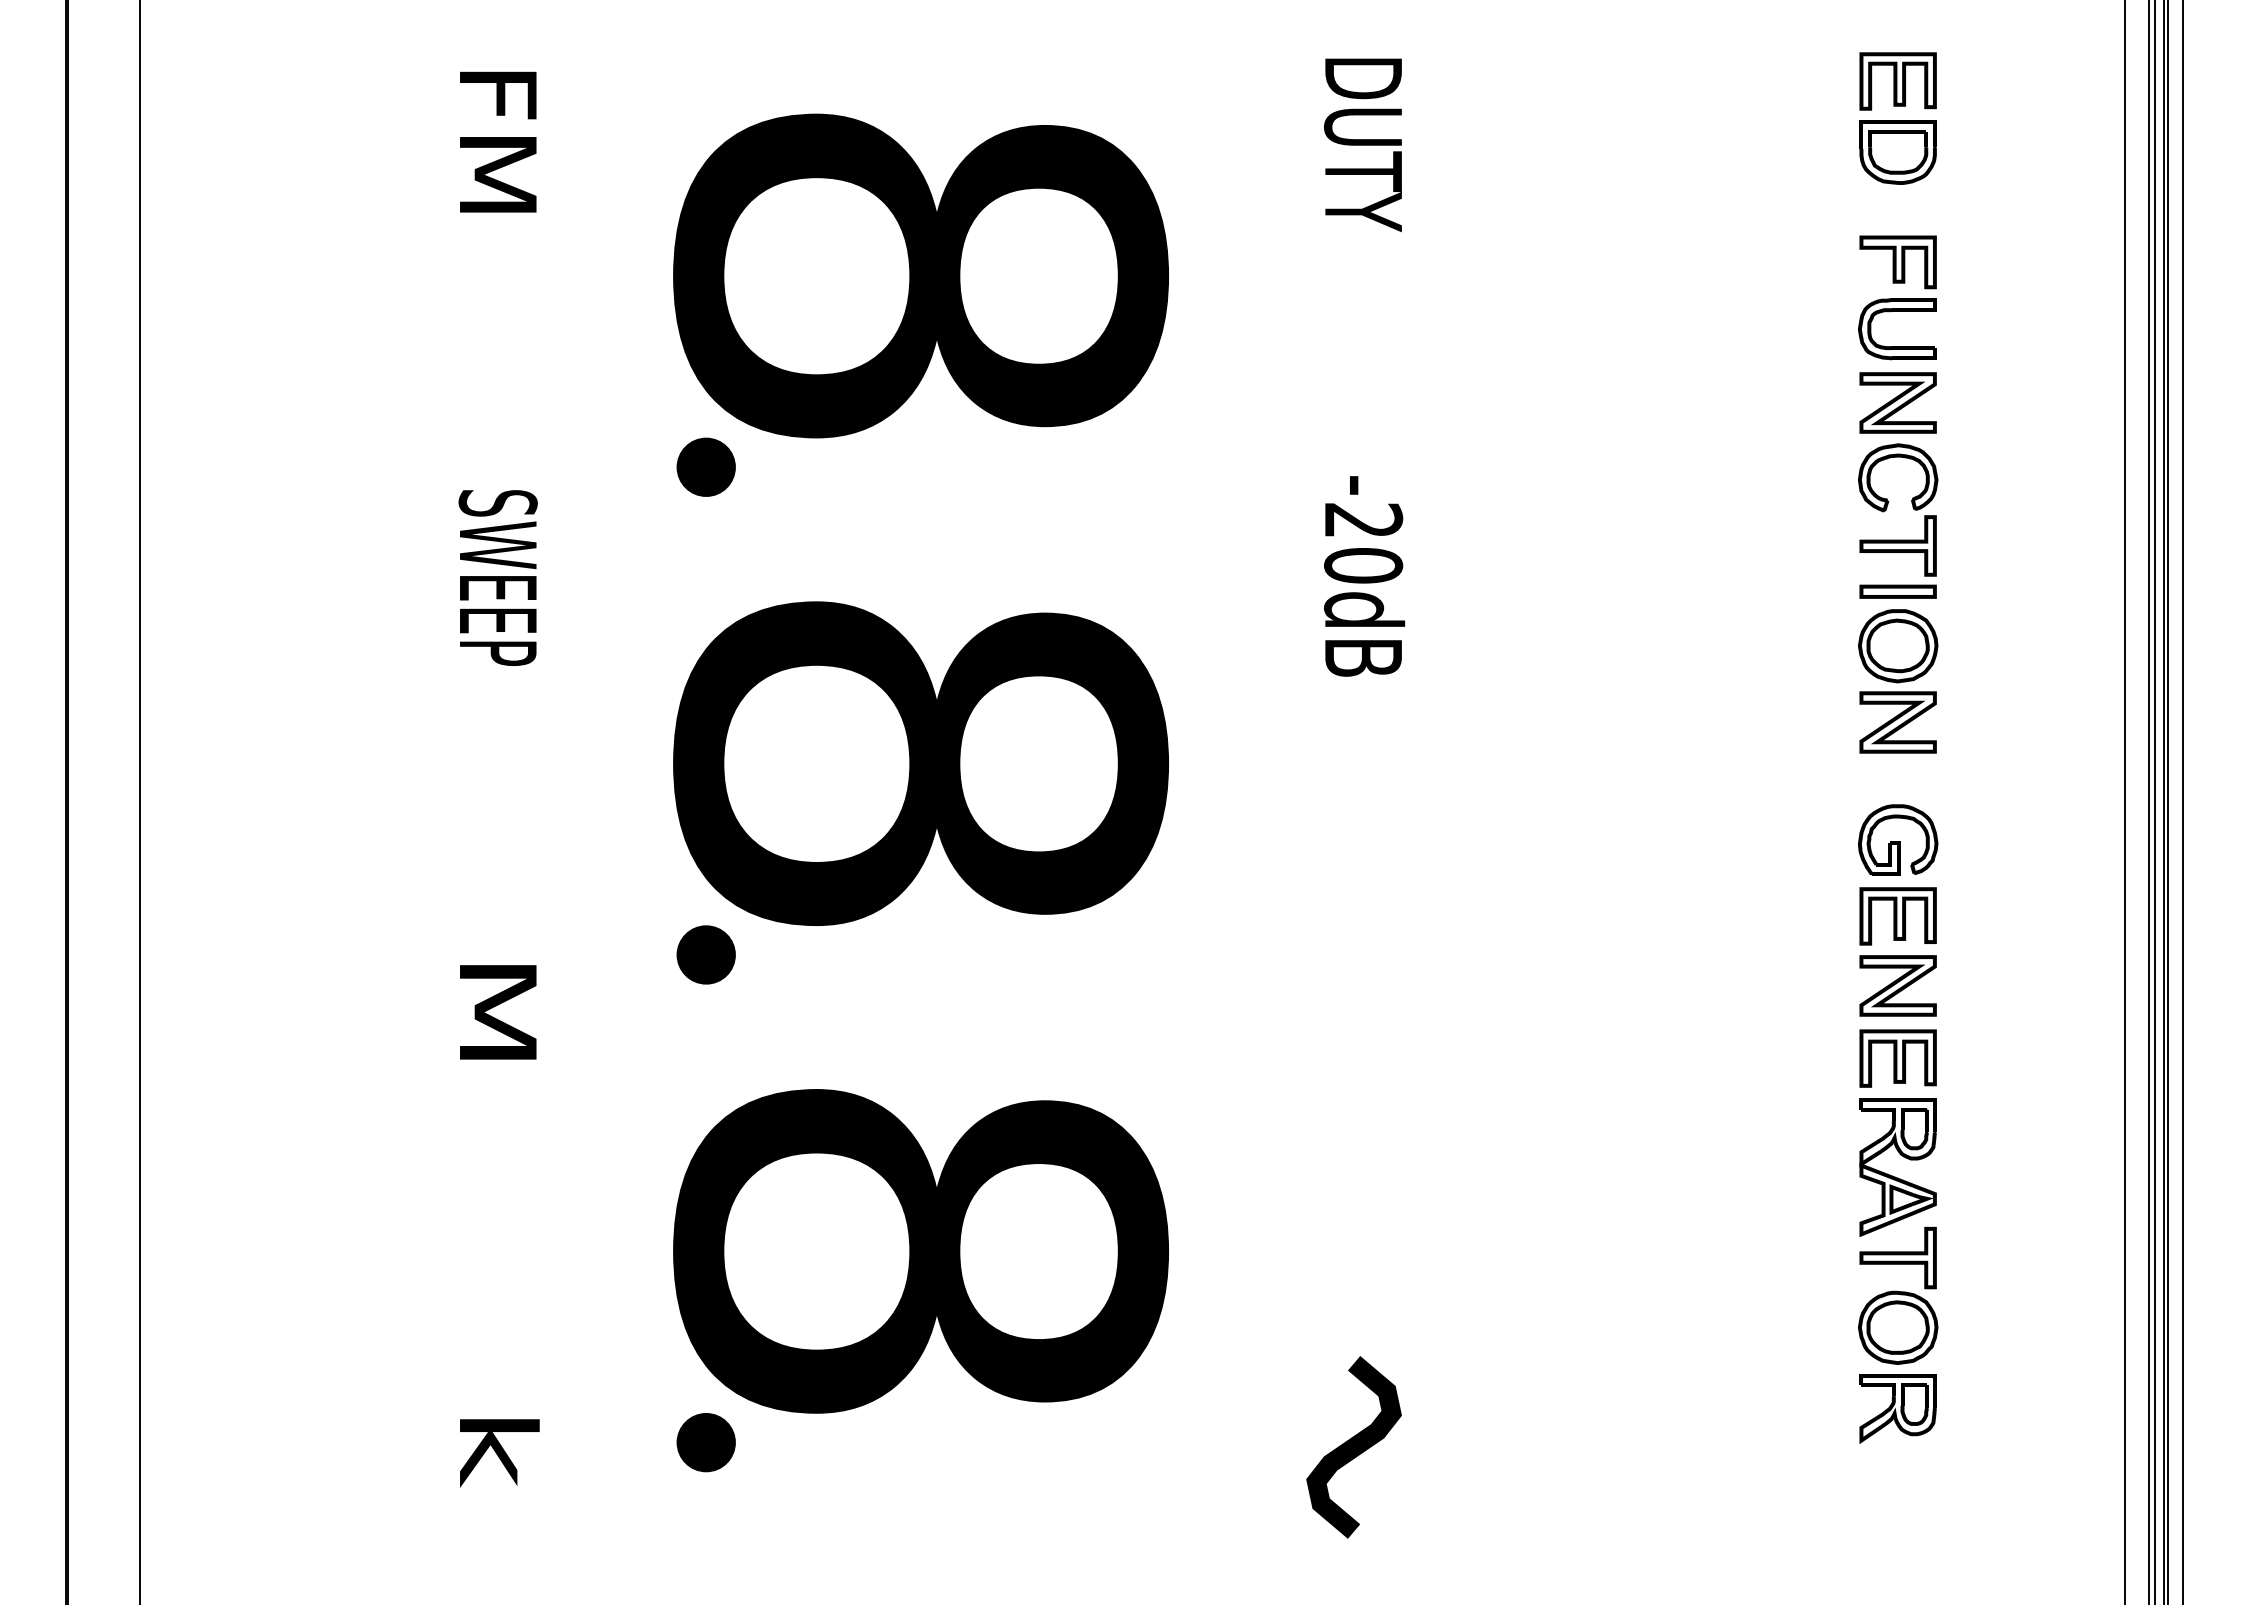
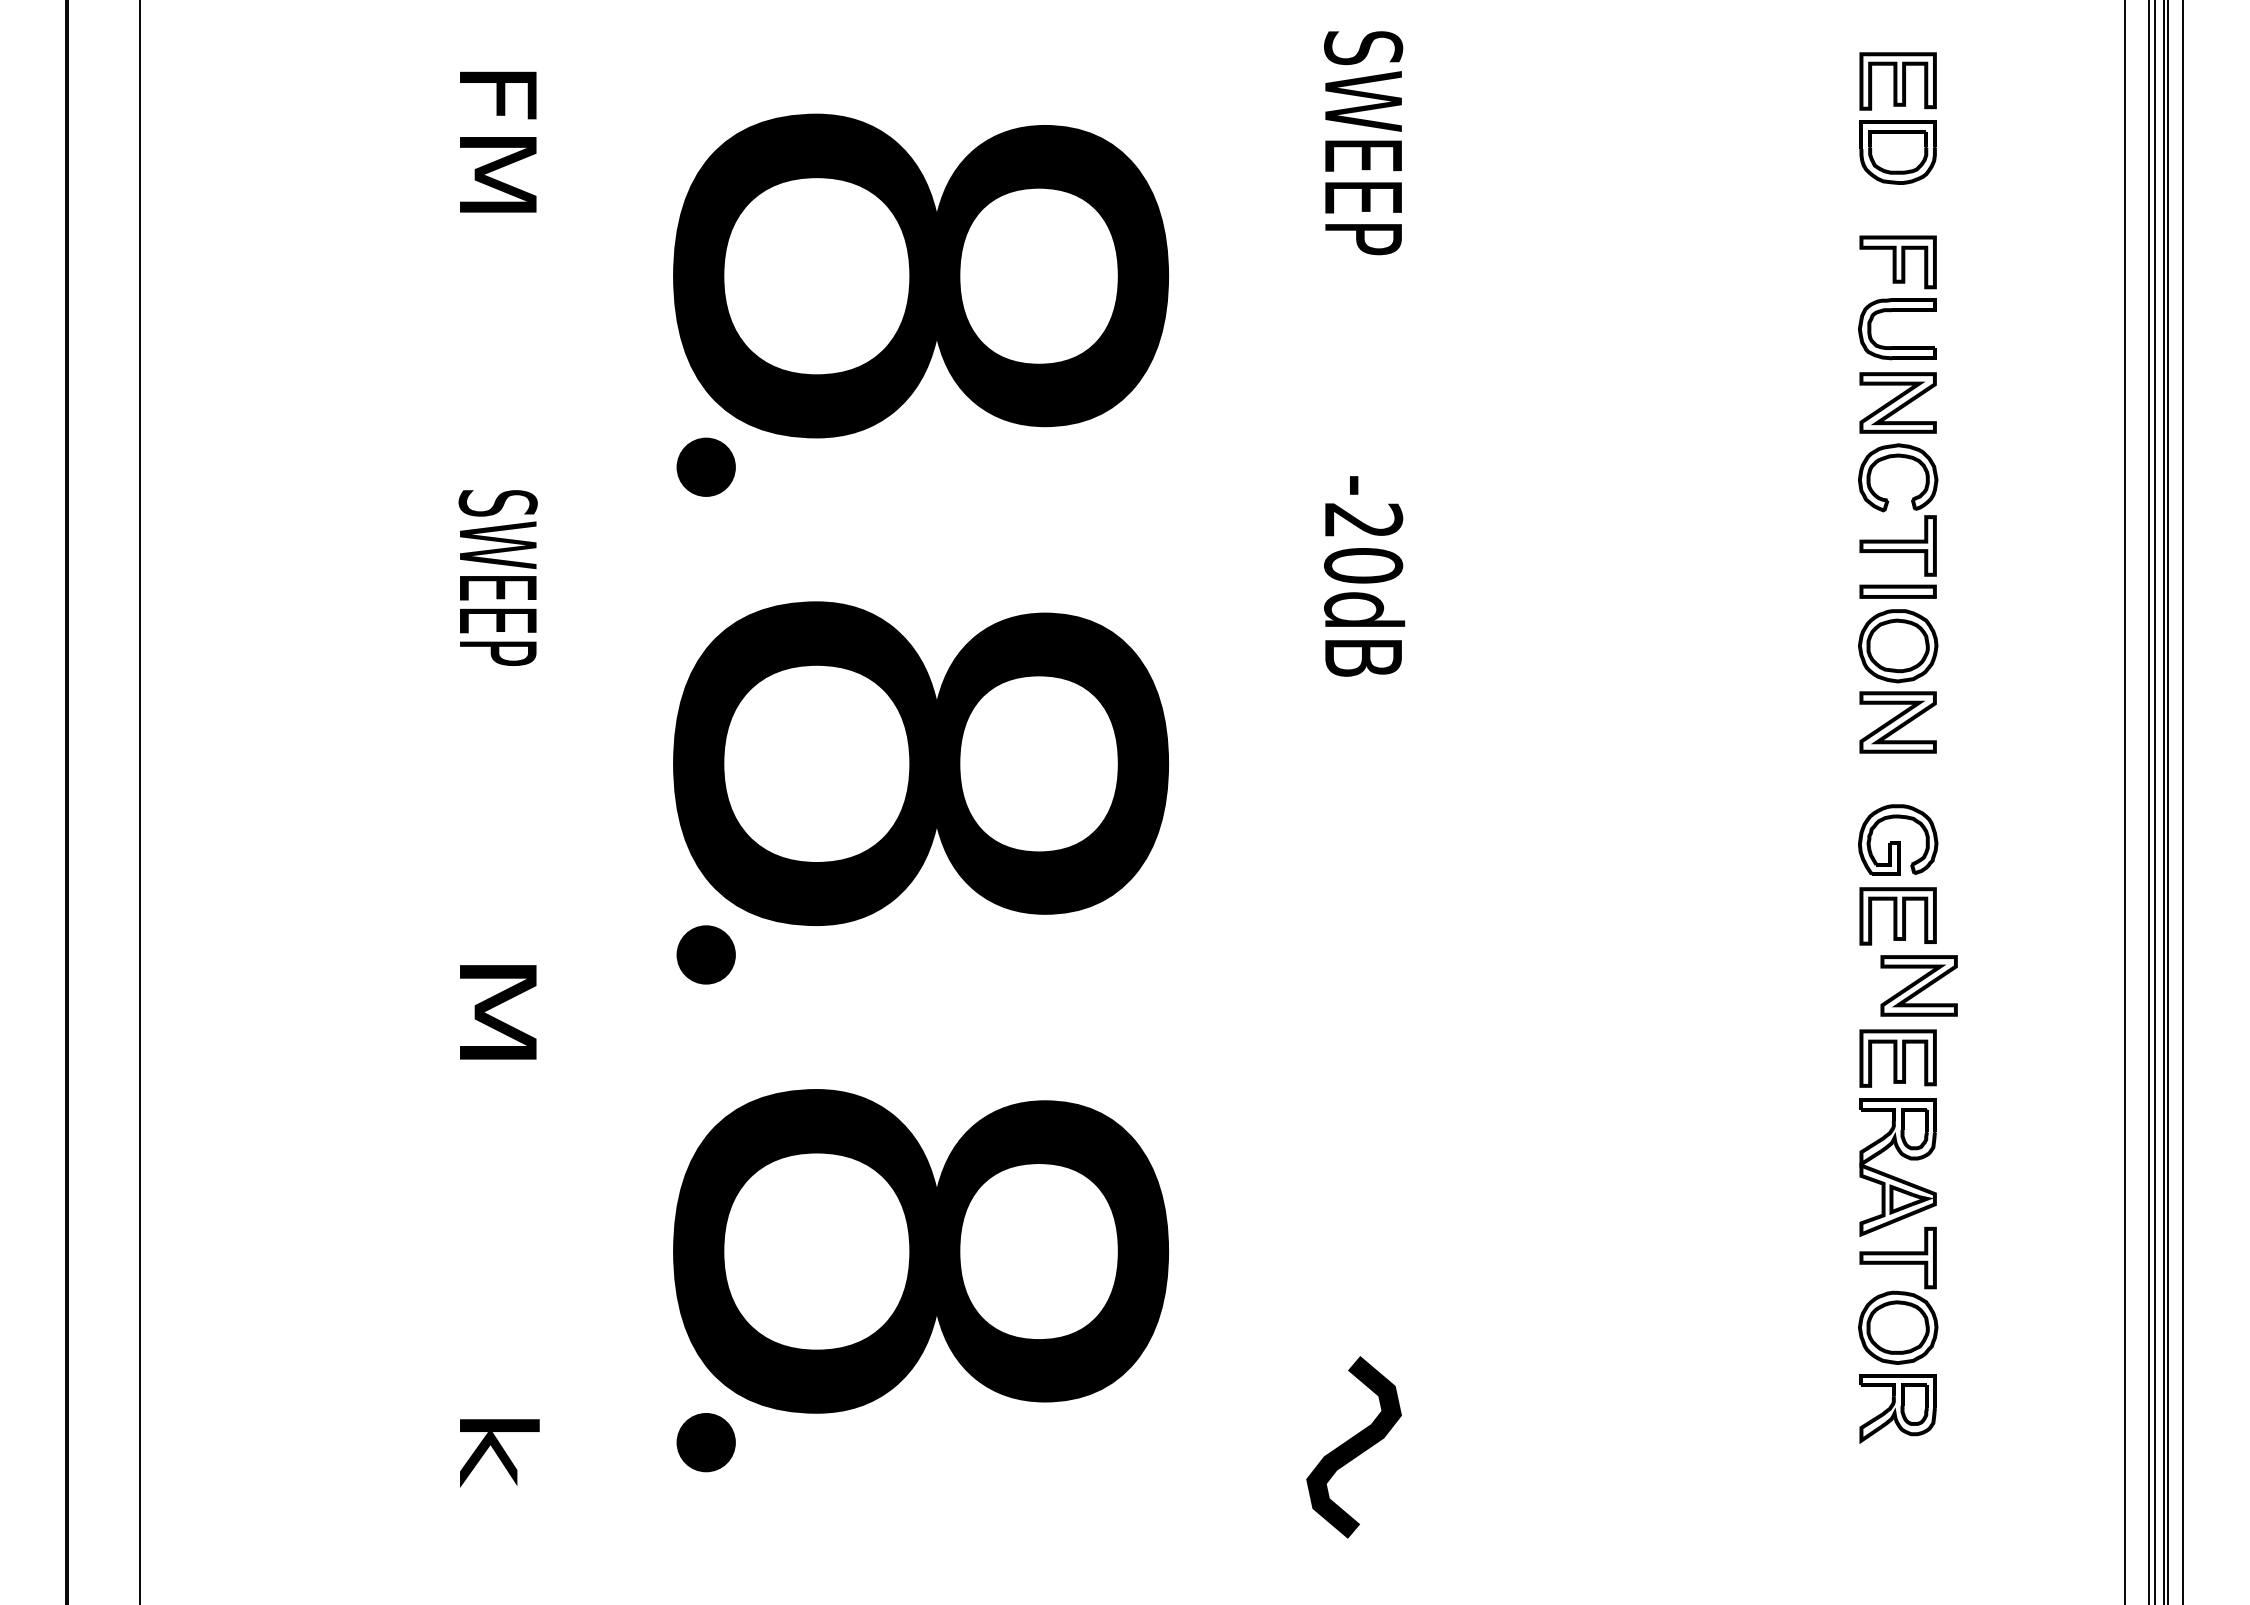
text at (1363, 143): DUTY -> SWEEP
part at (1897, 985) position: (1897, 985) -> (1918, 985)
